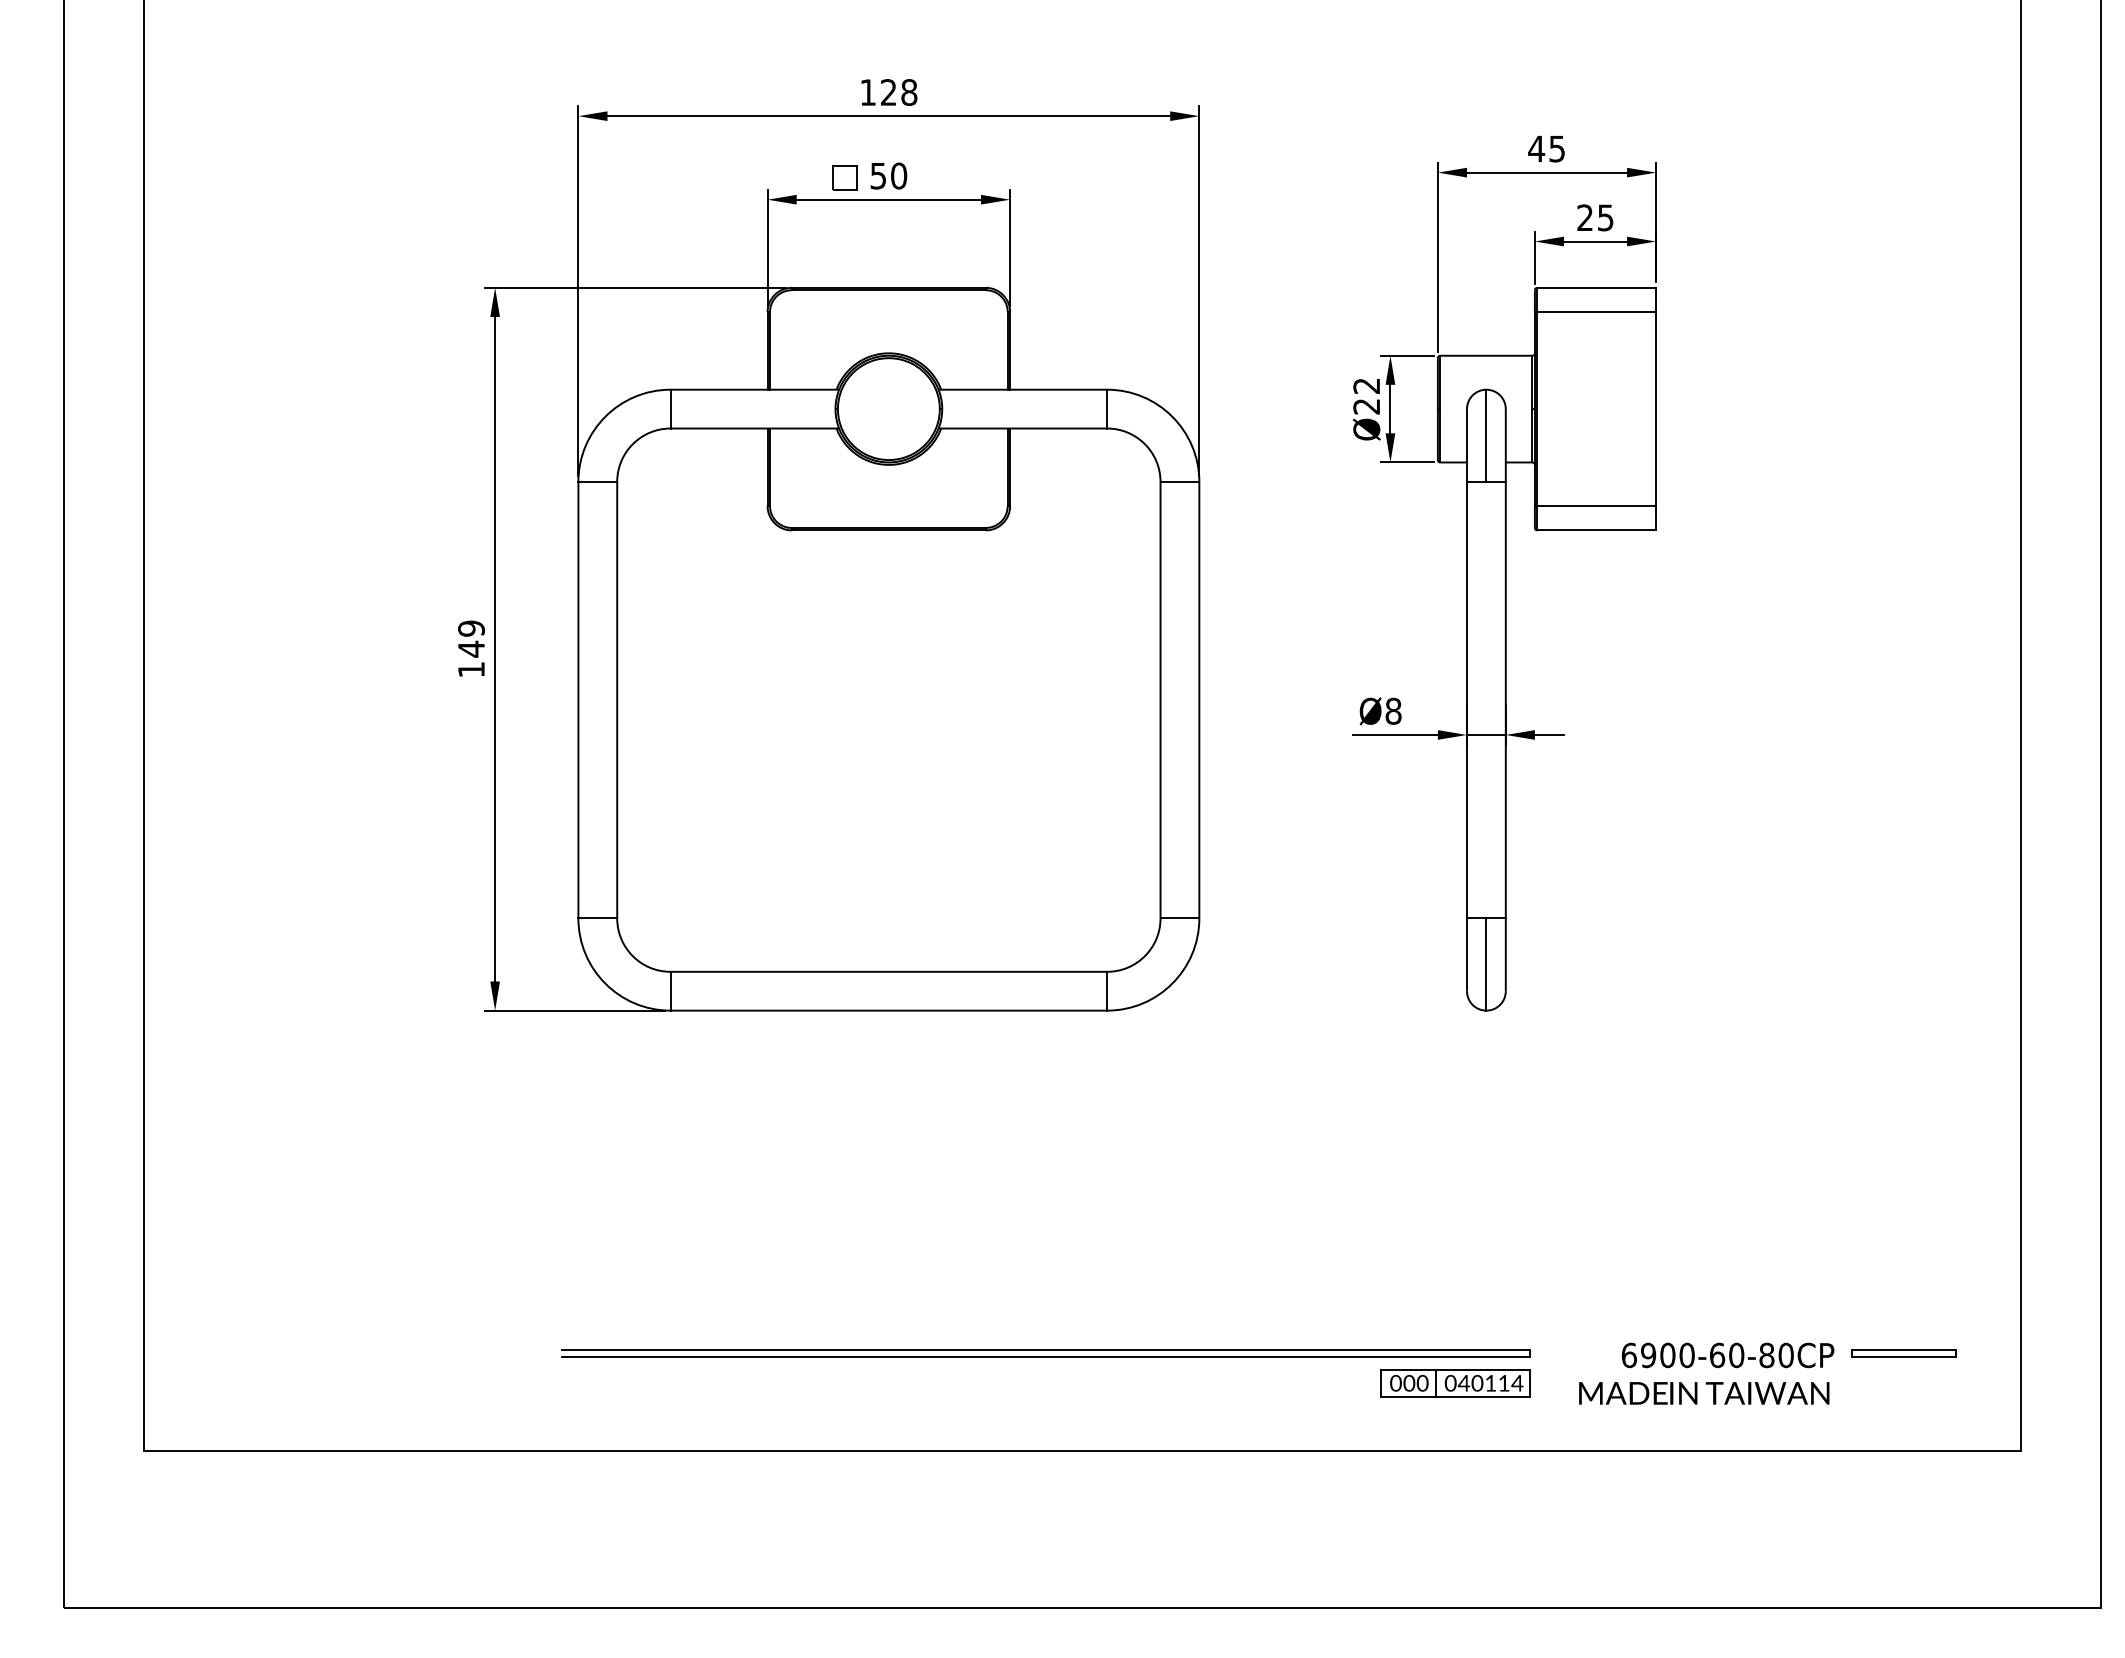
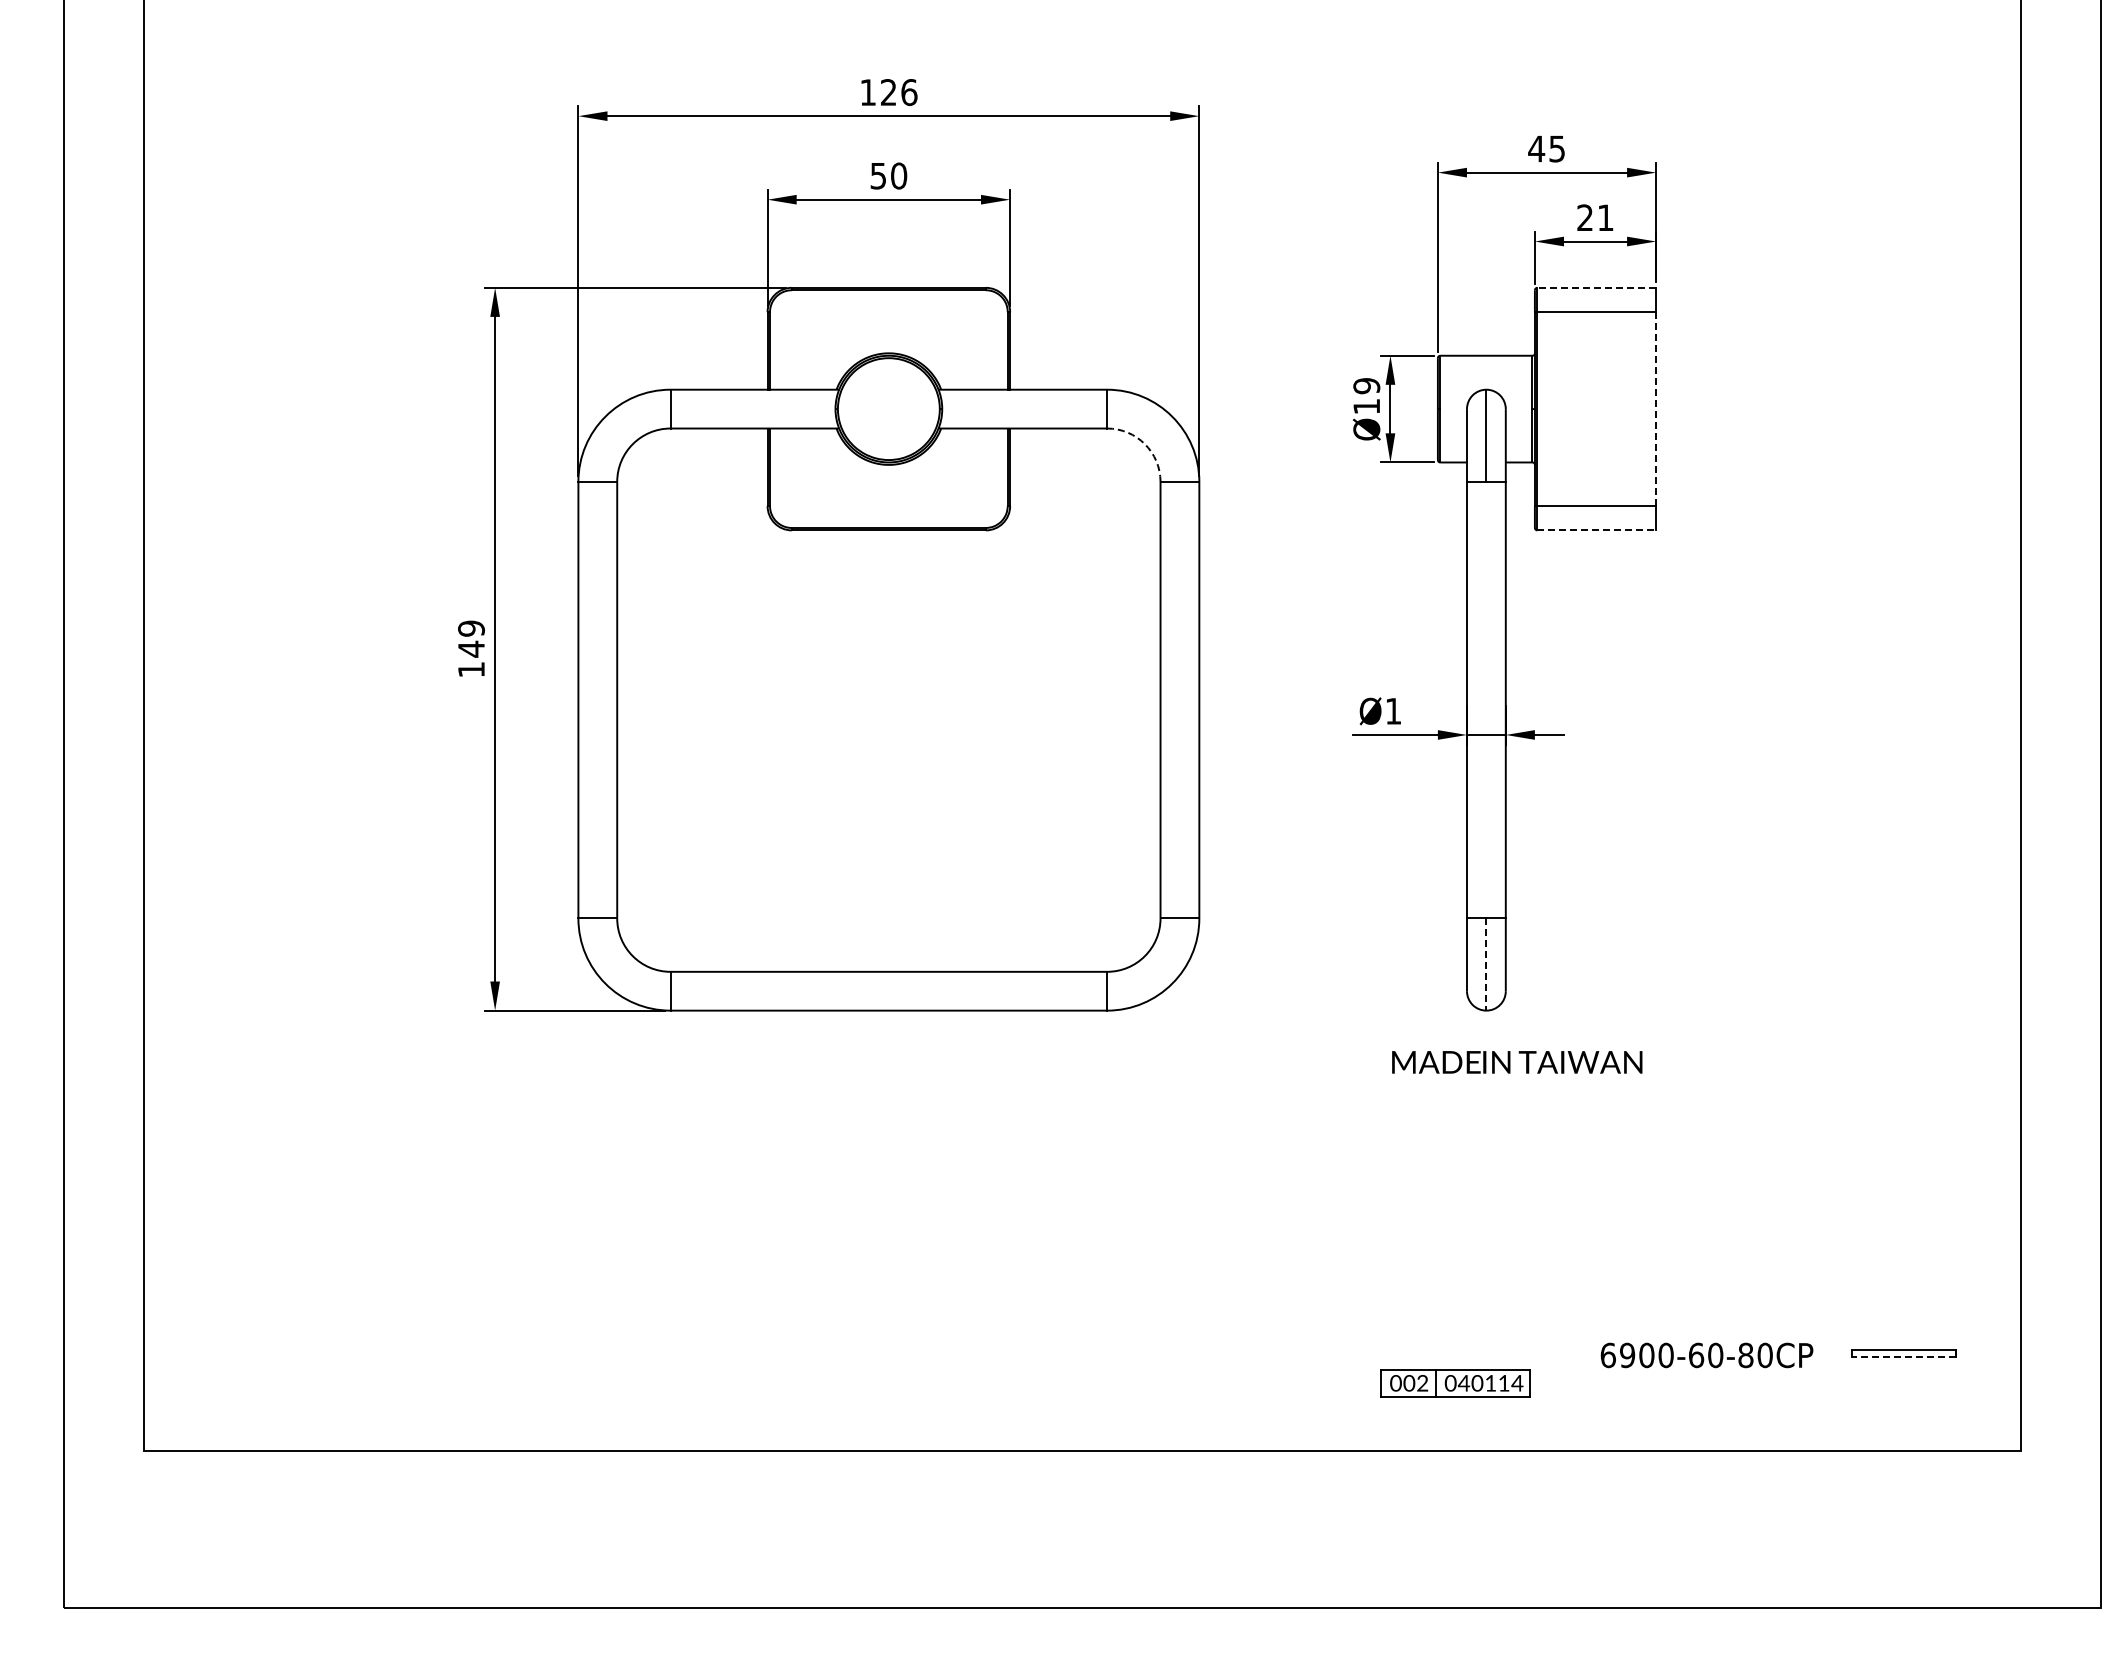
text at (909, 92): 128 -> 126
part at (844, 177): present -> none
text at (1605, 217): 25 -> 21
line at (1596, 287): solid -> dashed
text at (1366, 396): Ø22 -> Ø19
line at (1656, 408): solid -> dashed
arc at (1144, 444): solid -> dashed
line at (1597, 530): solid -> dashed
text at (1393, 710): Ø8 -> Ø1
line at (1486, 965): solid -> dashed
part at (1045, 1353): present -> none
text at (1727, 1355) position: (1727, 1355) -> (1706, 1355)
line at (1903, 1357): solid -> dashed
text at (1422, 1383): 000 -> 002
text at (1704, 1393) position: (1704, 1393) -> (1517, 1062)
